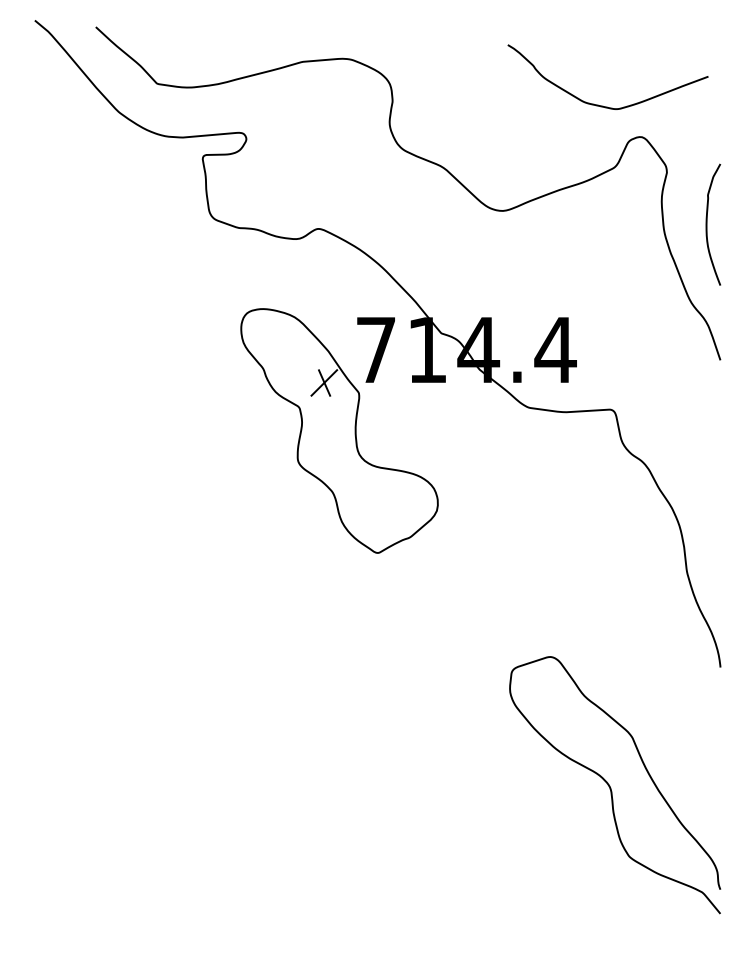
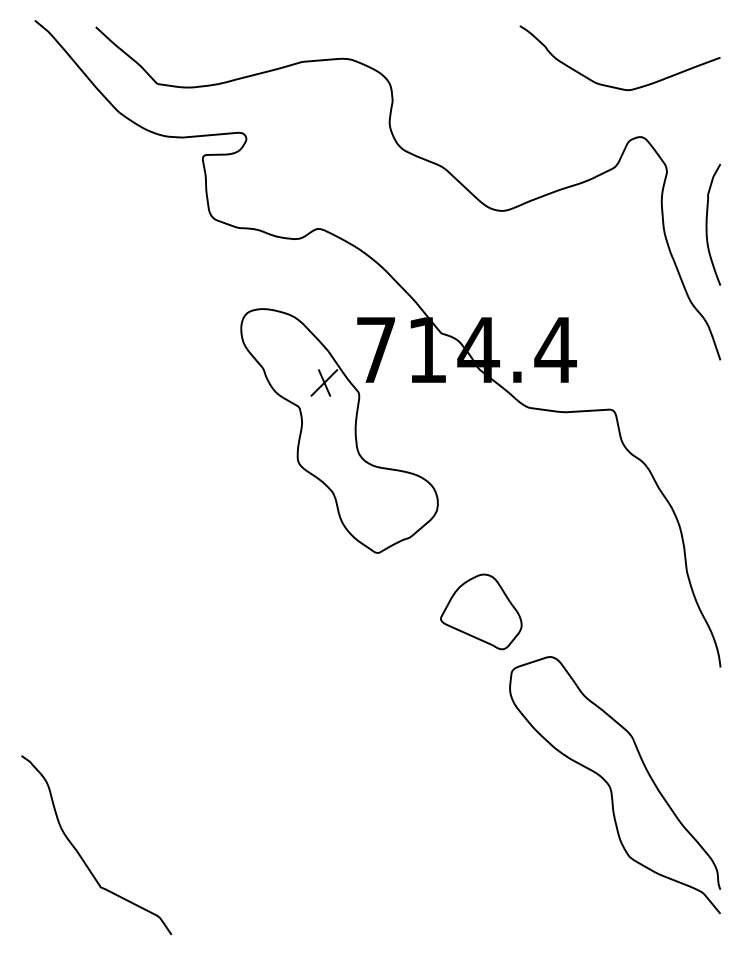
curve at (603, 105) position: (603, 105) -> (615, 86)
part at (481, 611): none -> present
curve at (80, 854): none -> present
